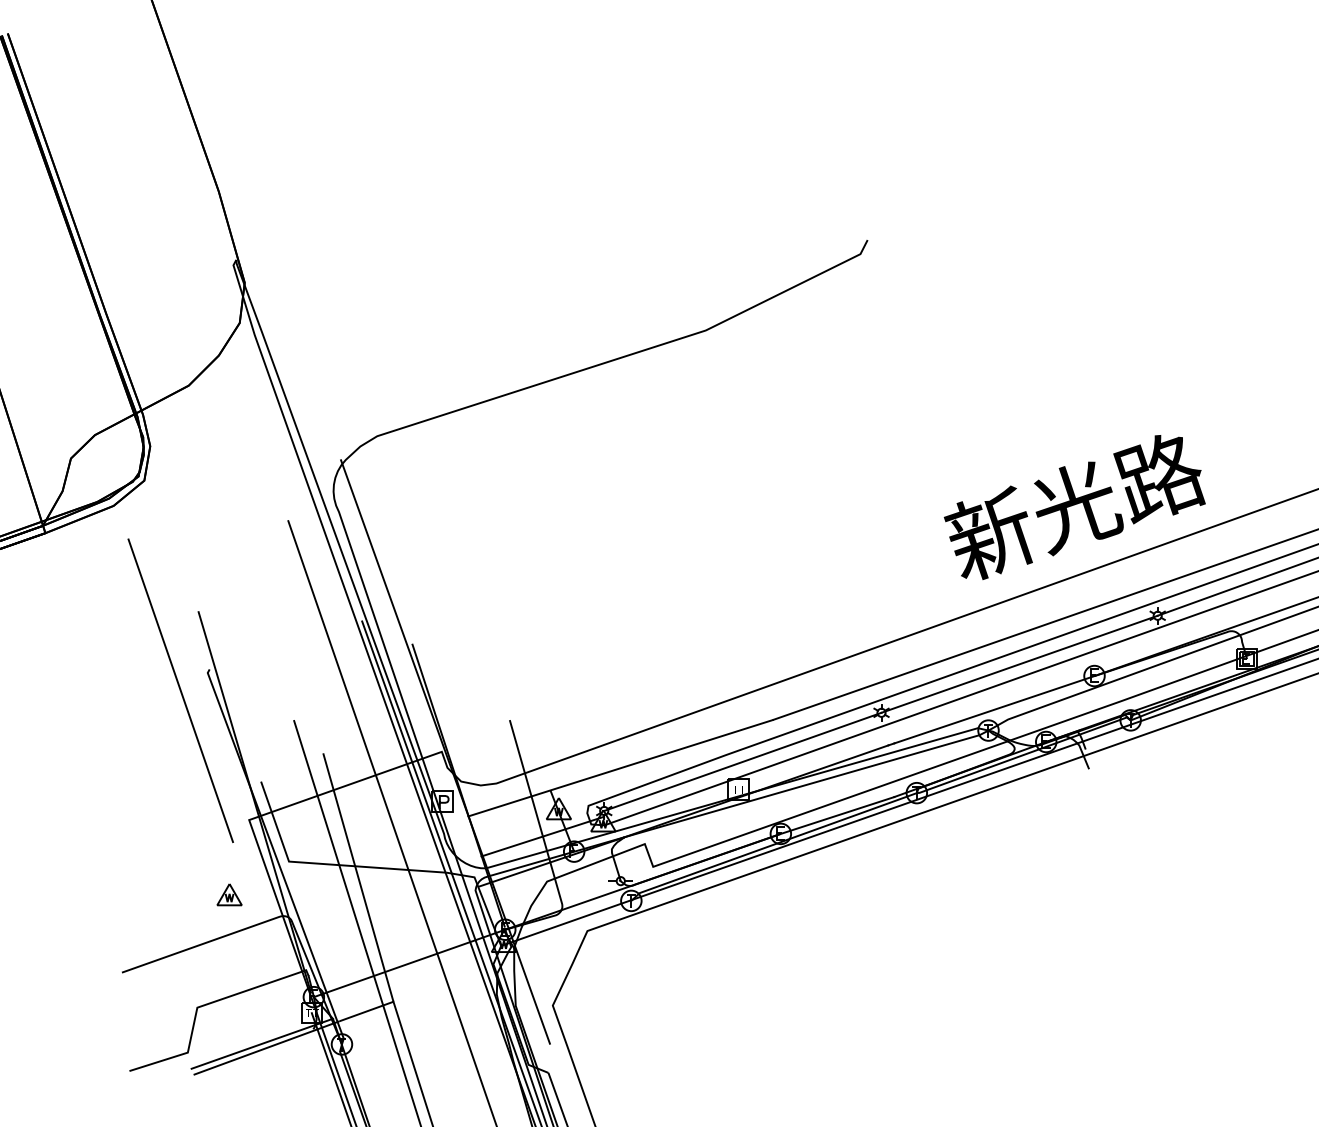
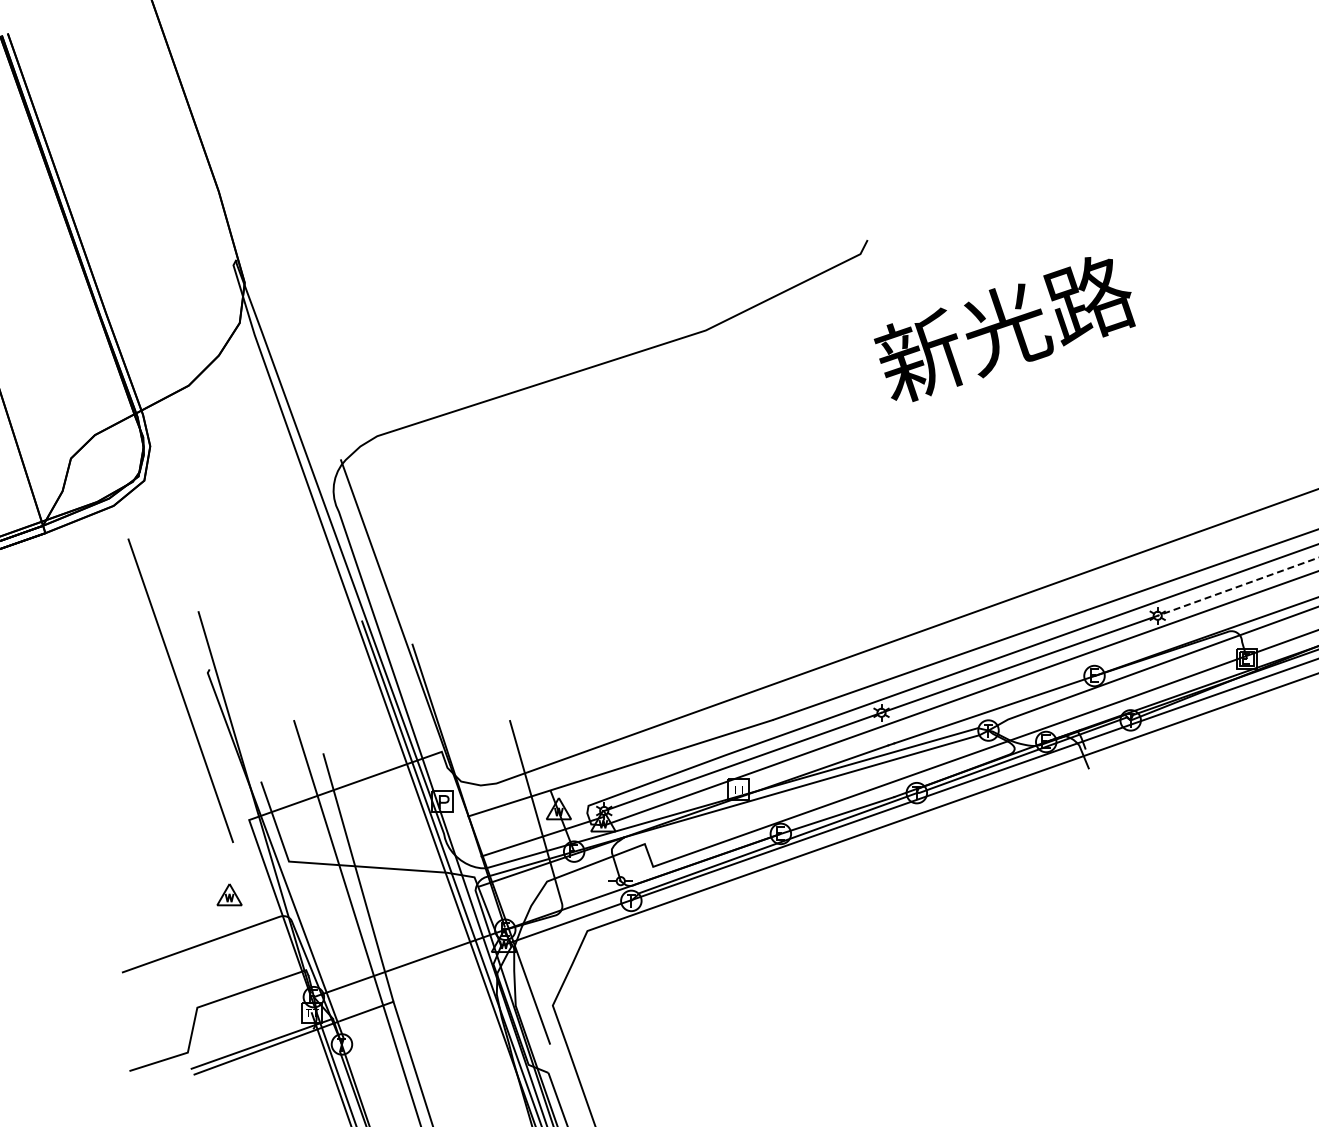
text at (1074, 507) position: (1074, 507) -> (1004, 329)
line at (1237, 586): solid -> dashed
line at (391, 822): present -> none
